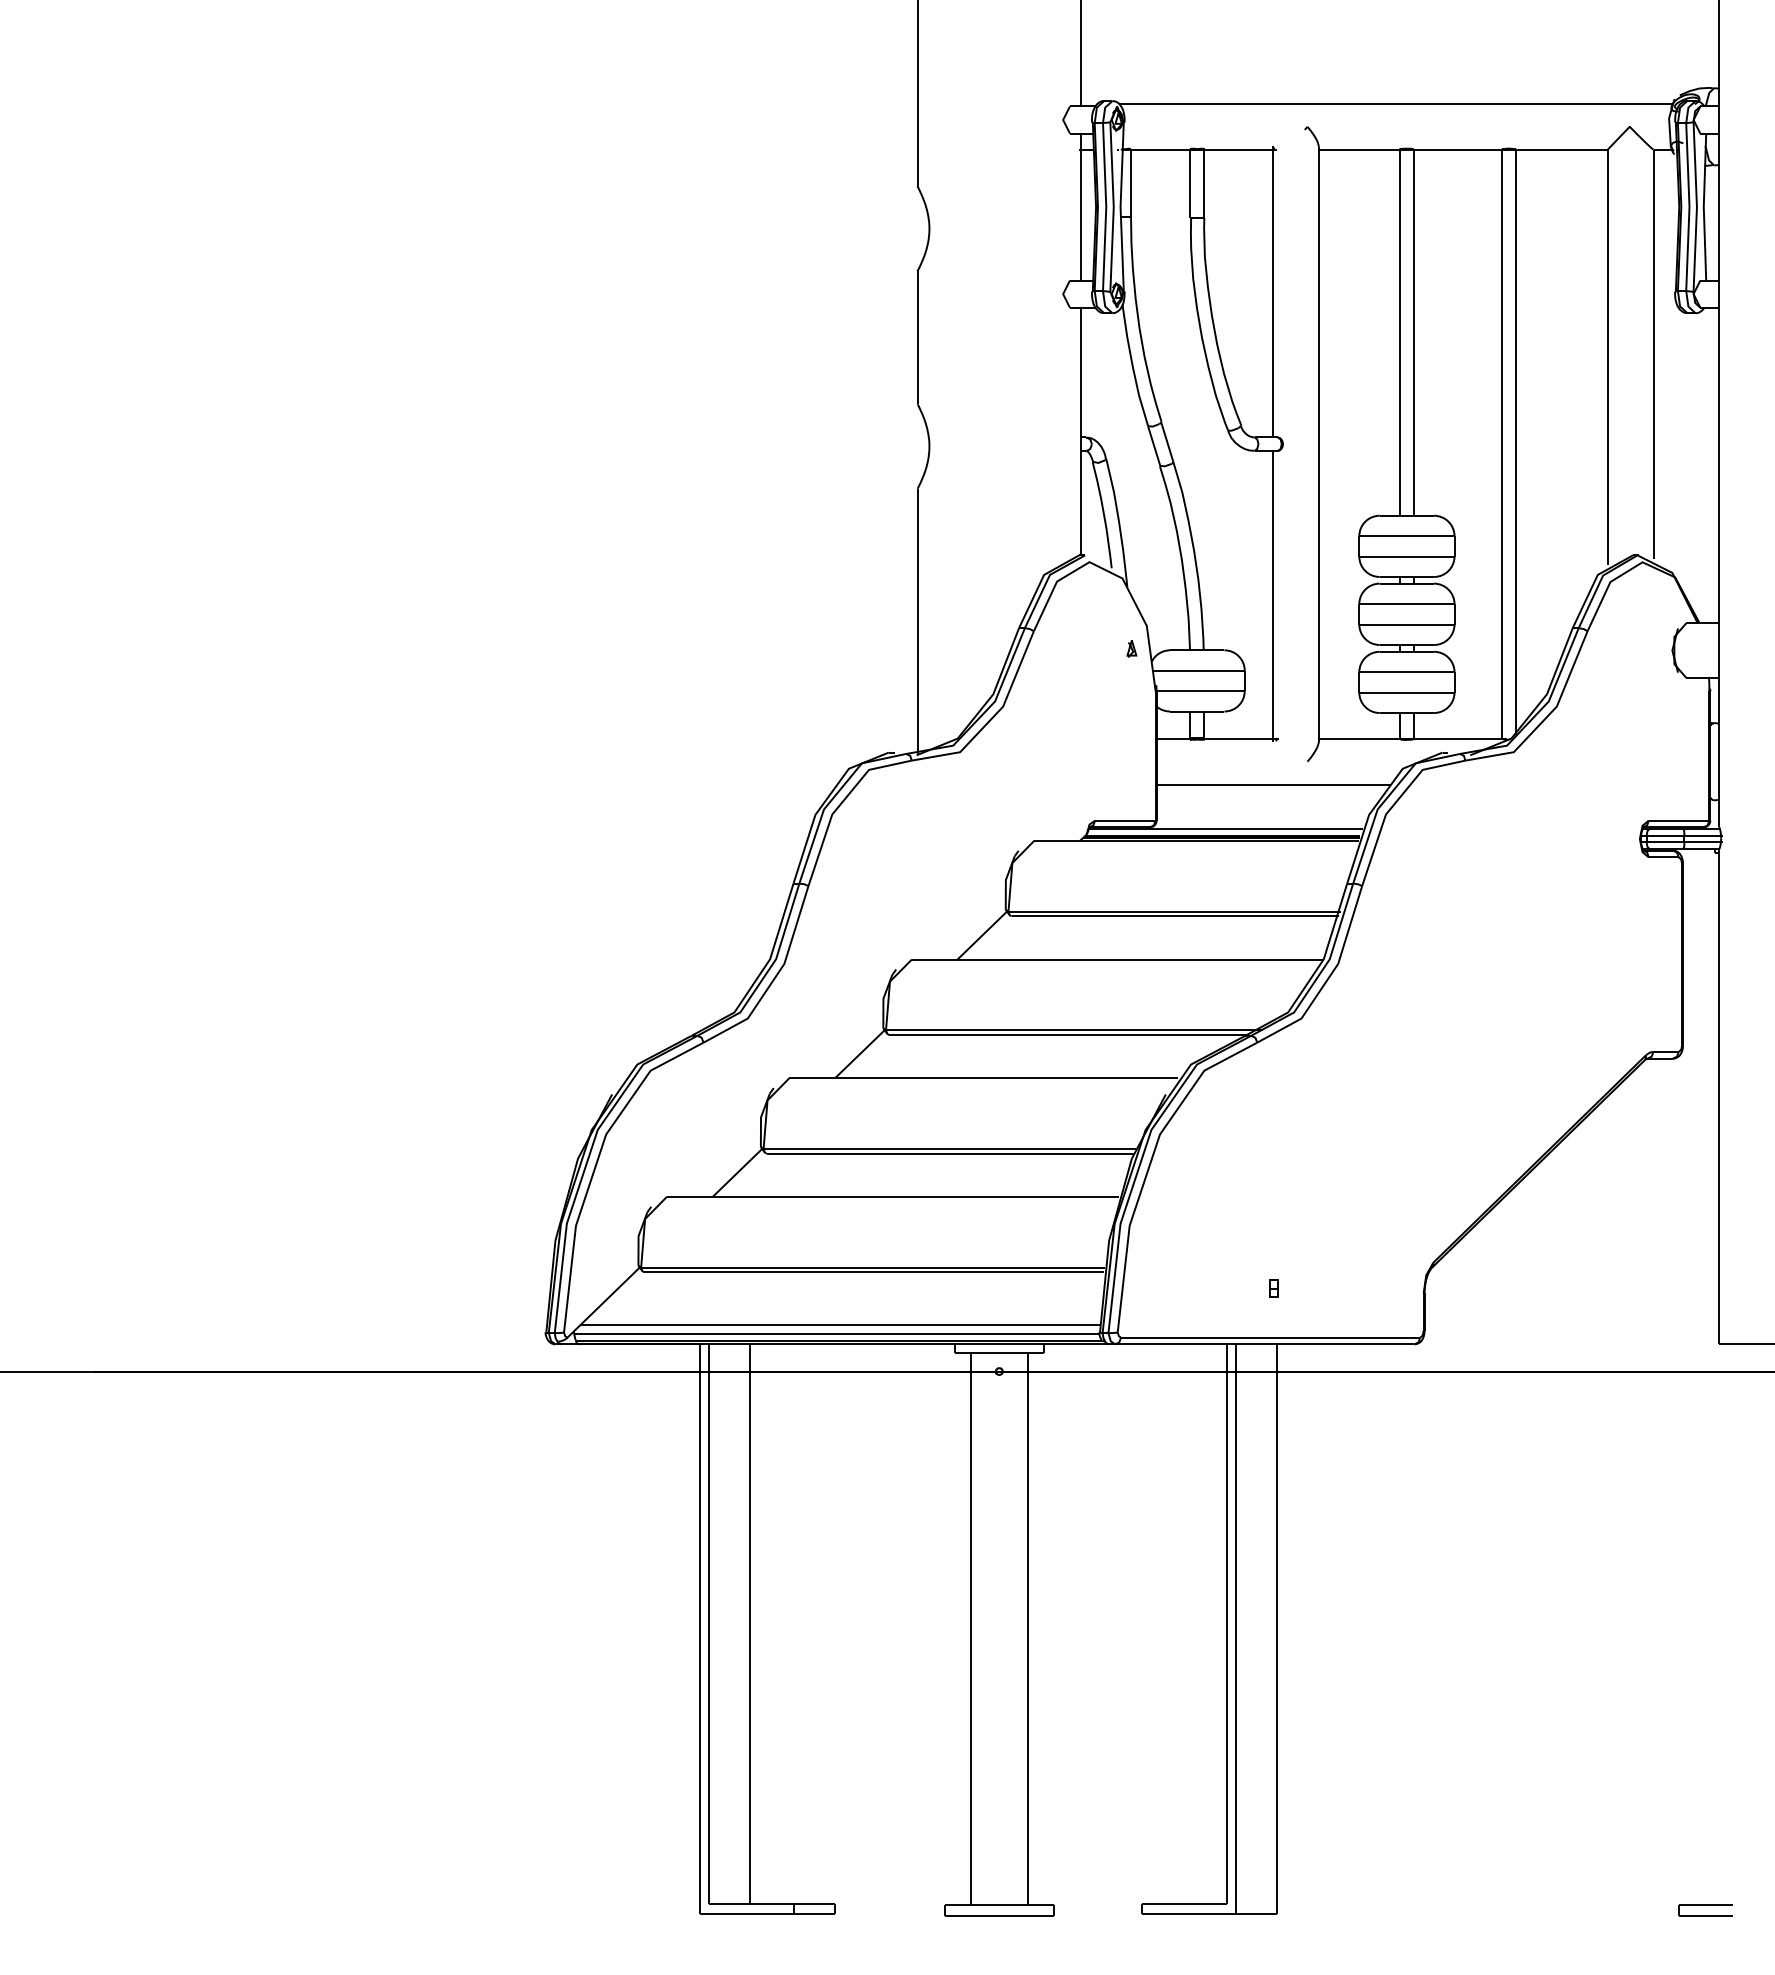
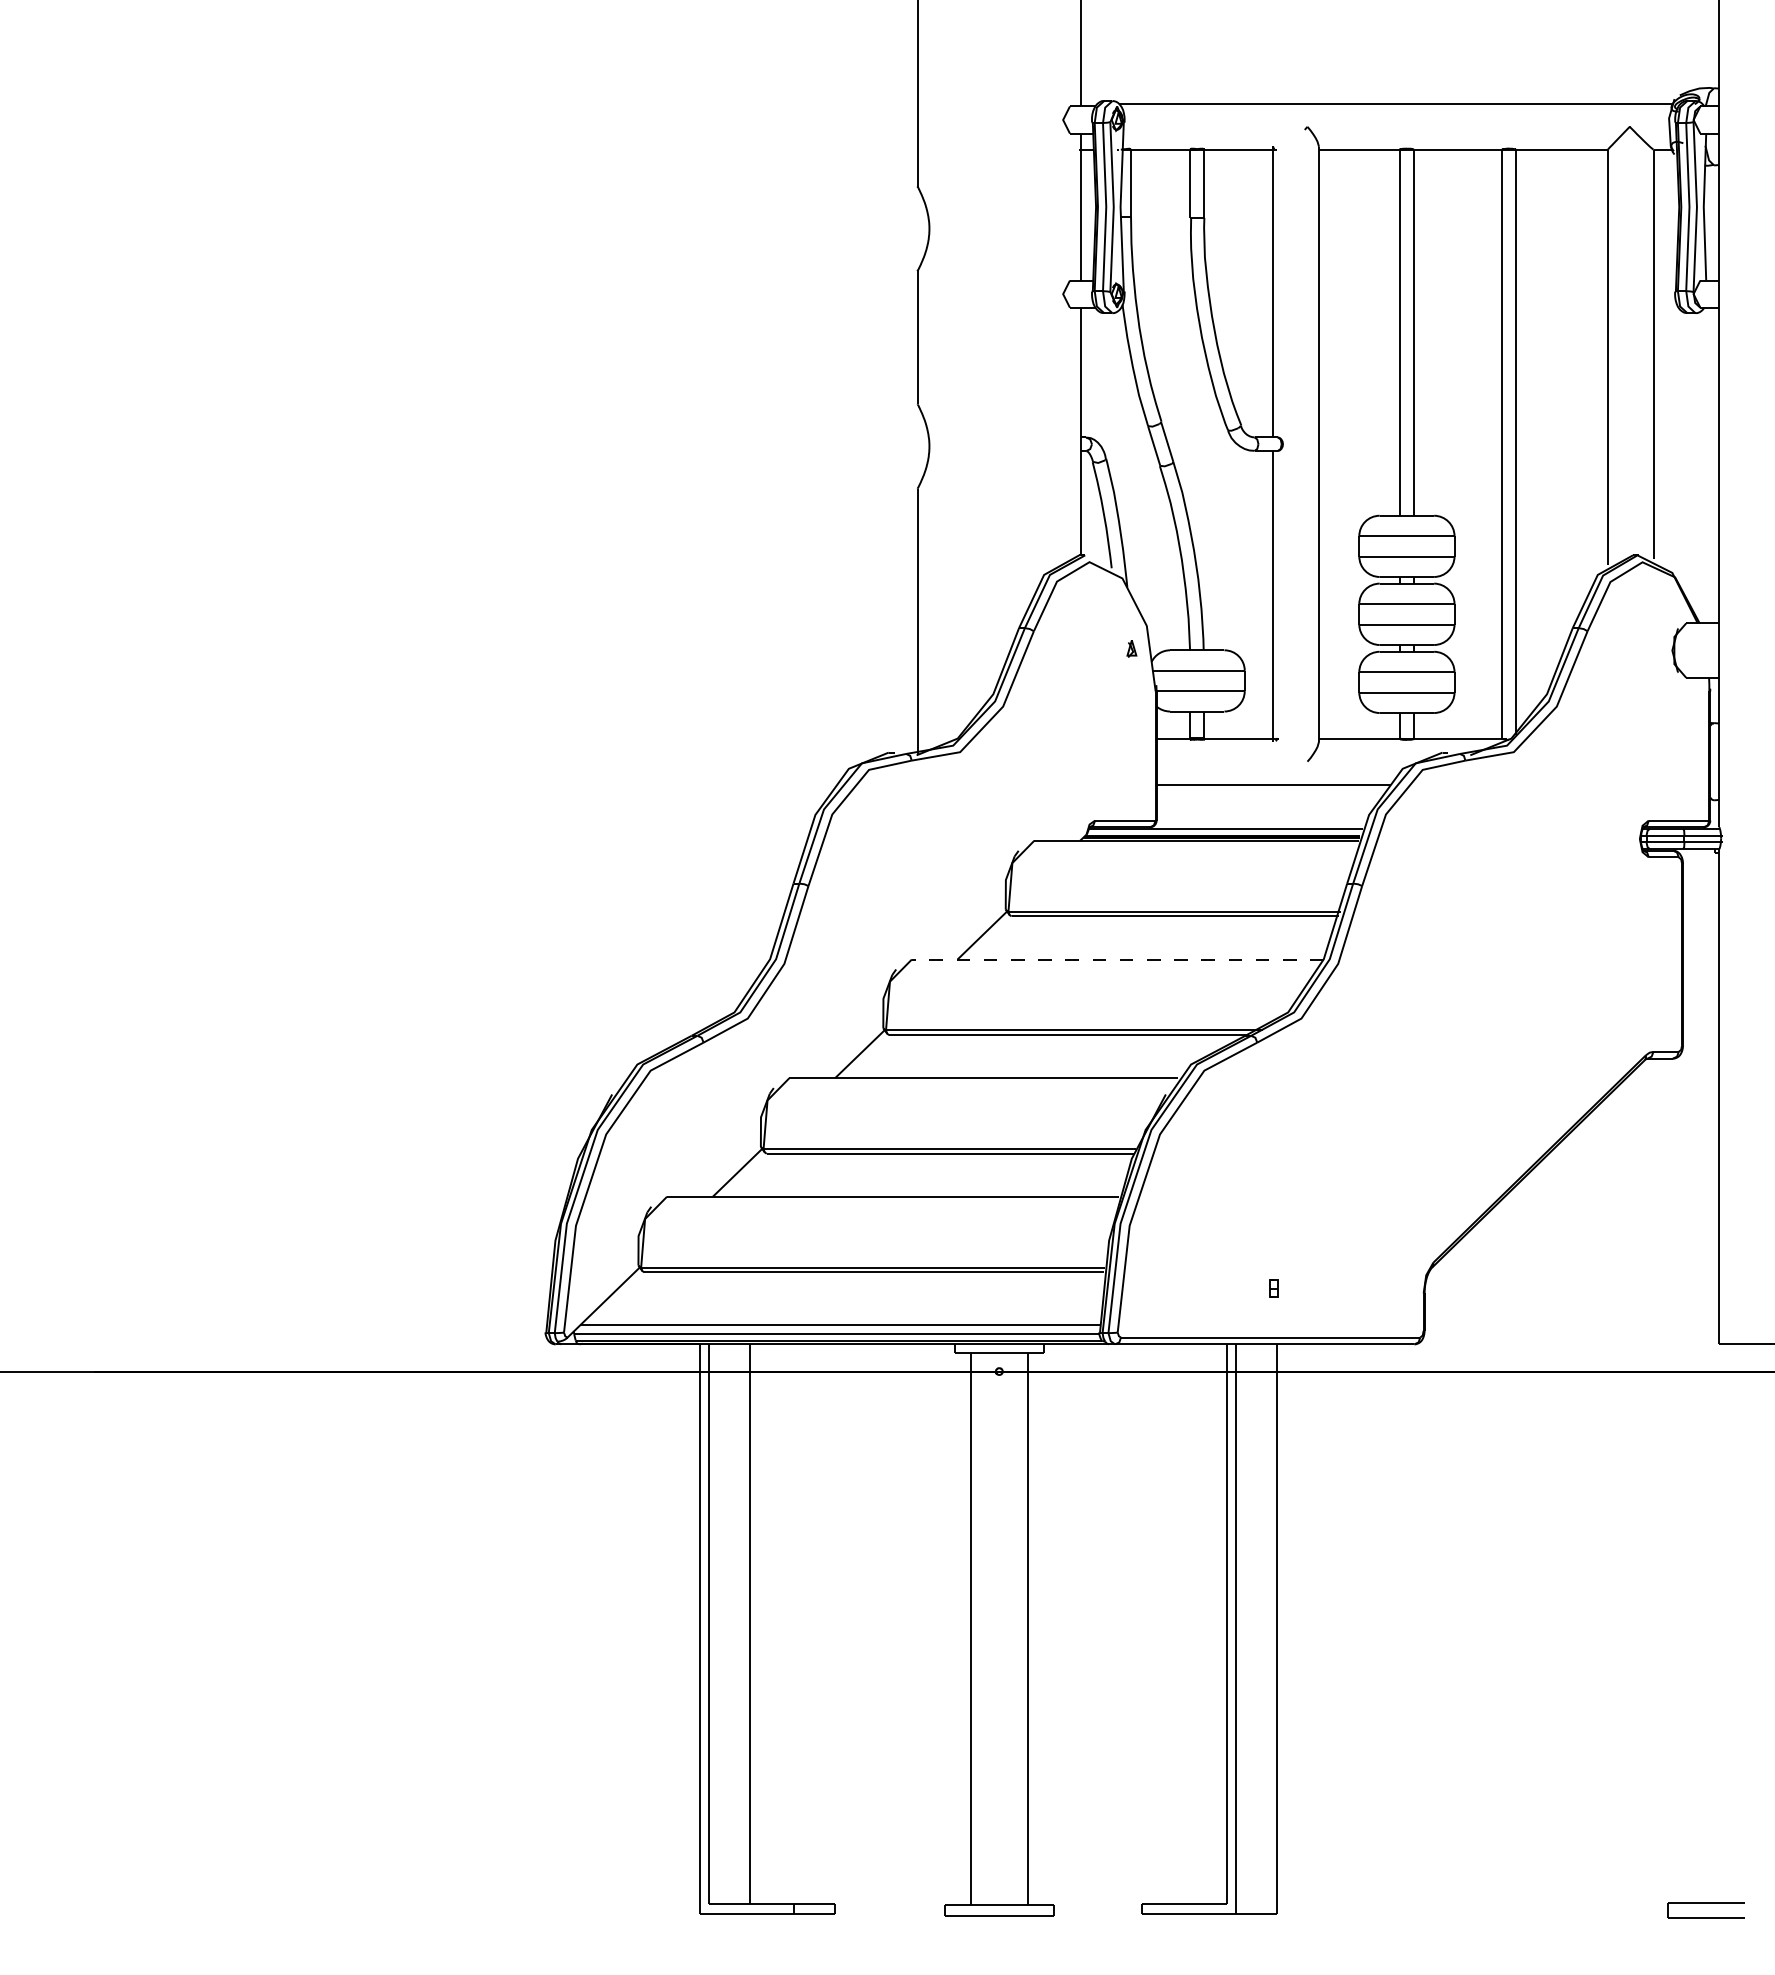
line at (1117, 959): solid -> dashed
part at (1705, 1910) size: 55x13 px -> 78x17 px
